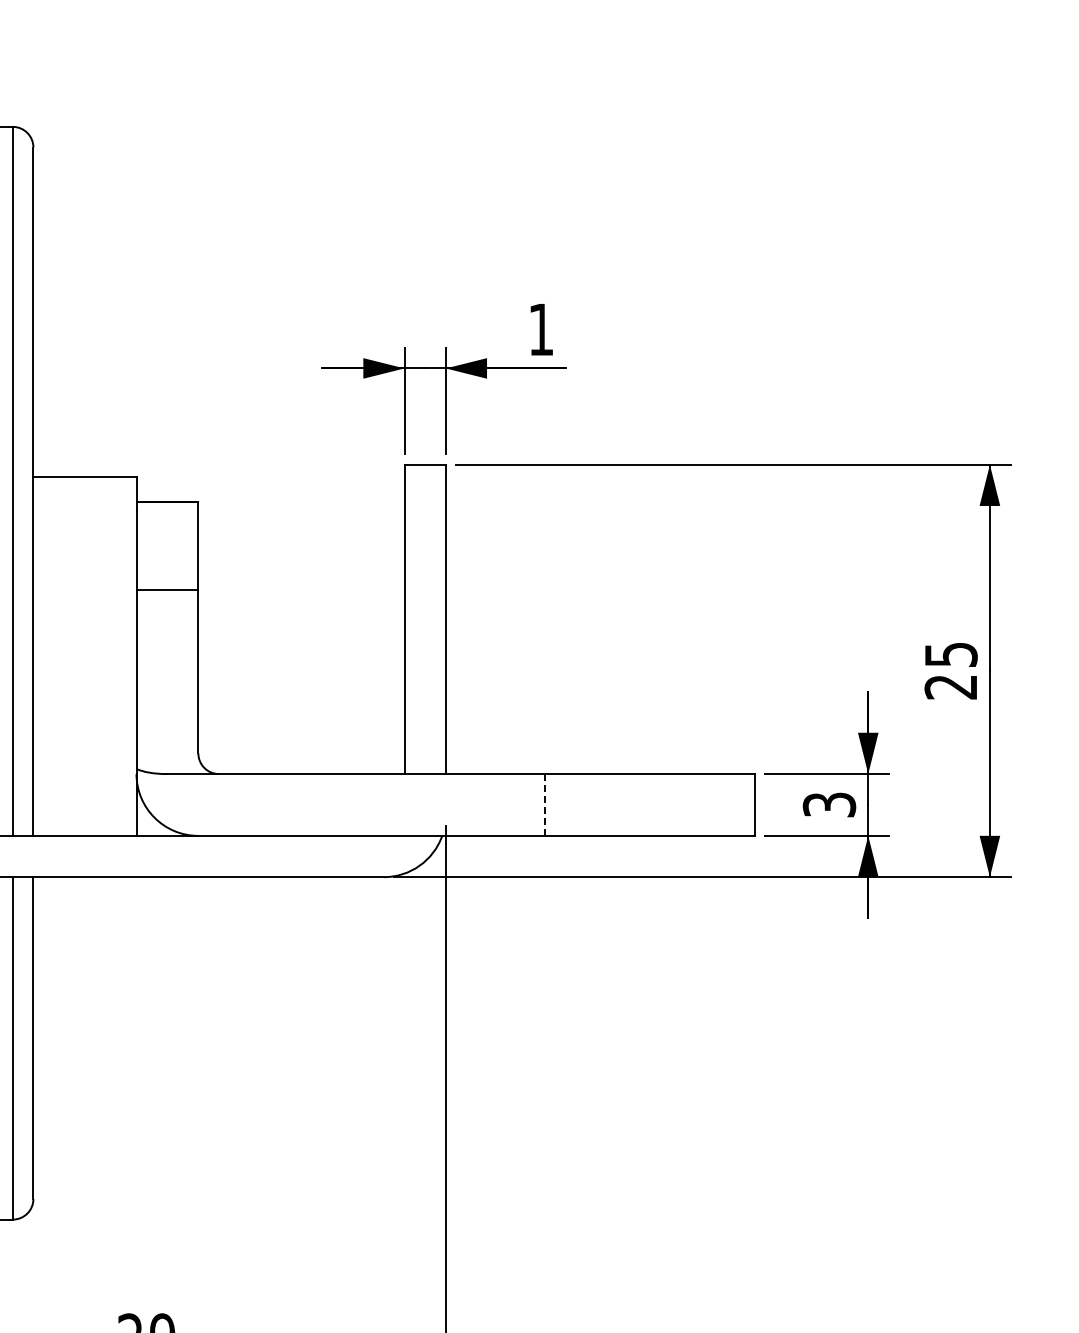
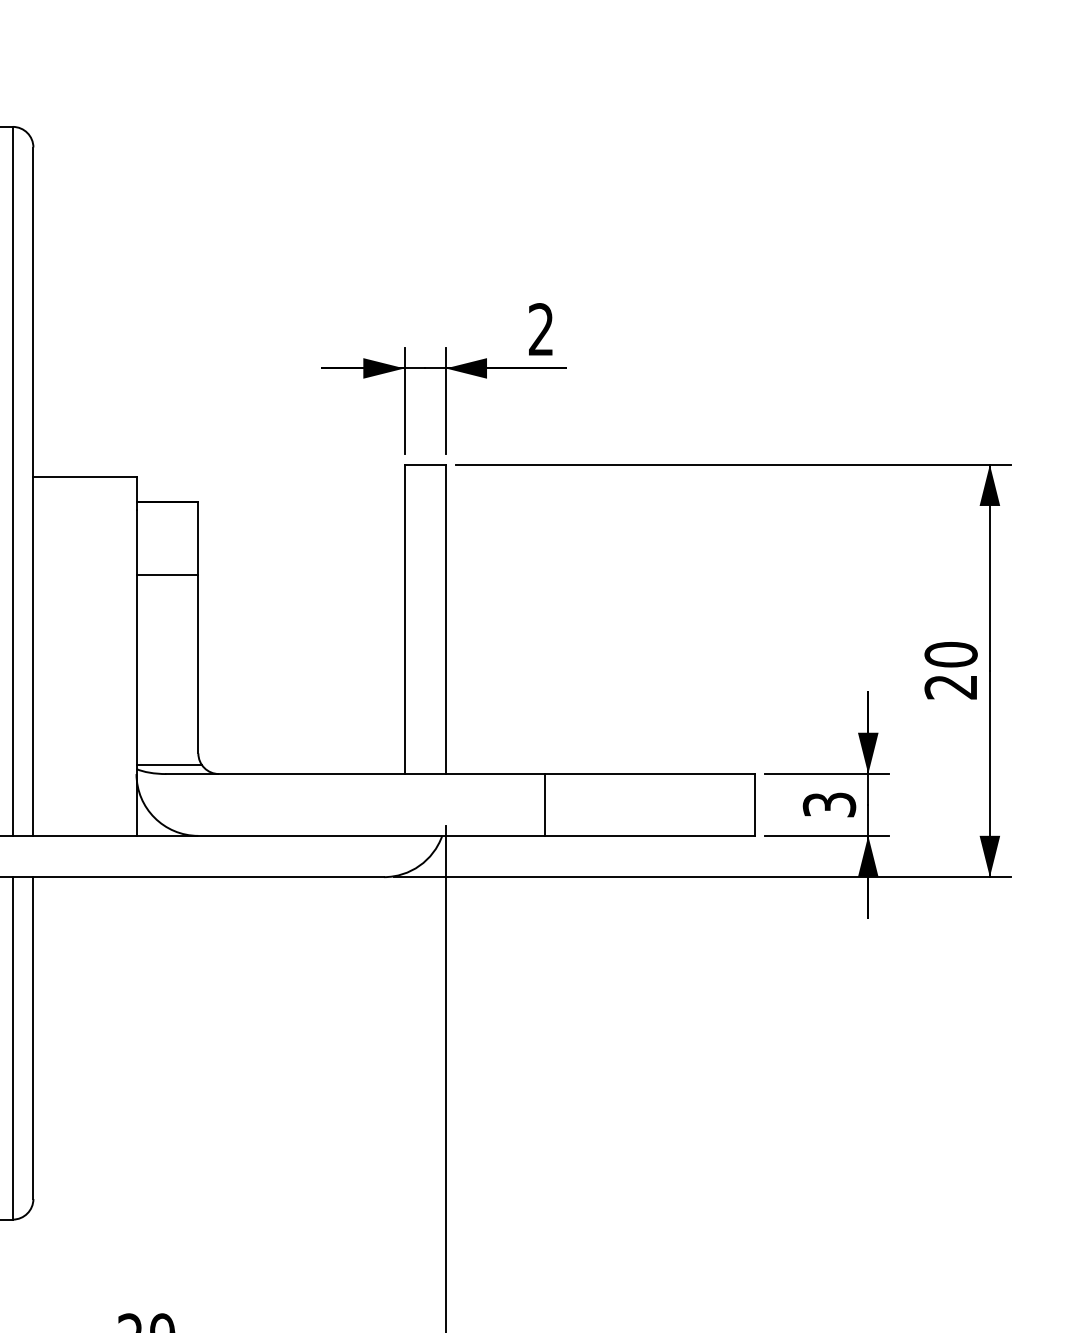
text at (540, 329): 1 -> 2
line at (167, 590) position: (167, 590) -> (167, 575)
text at (950, 654): 25 -> 20
line at (168, 764): none -> present
line at (544, 804): dashed -> solid
